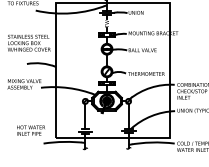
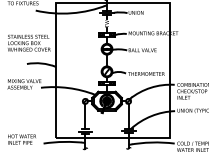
text at (30, 130) position: (30, 130) -> (21, 139)
